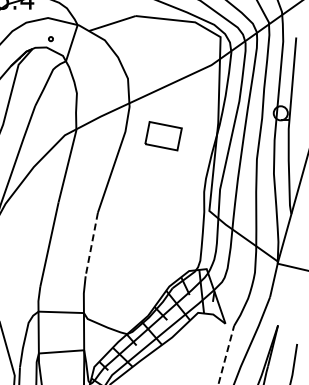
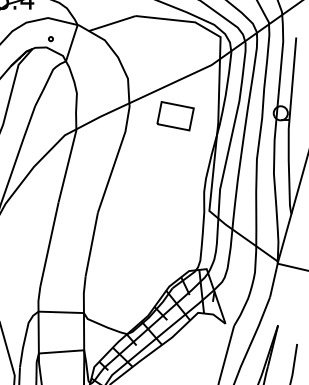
part at (163, 136) position: (163, 136) -> (175, 116)
line at (91, 245): dashed -> solid
line at (226, 355): dashed -> solid
